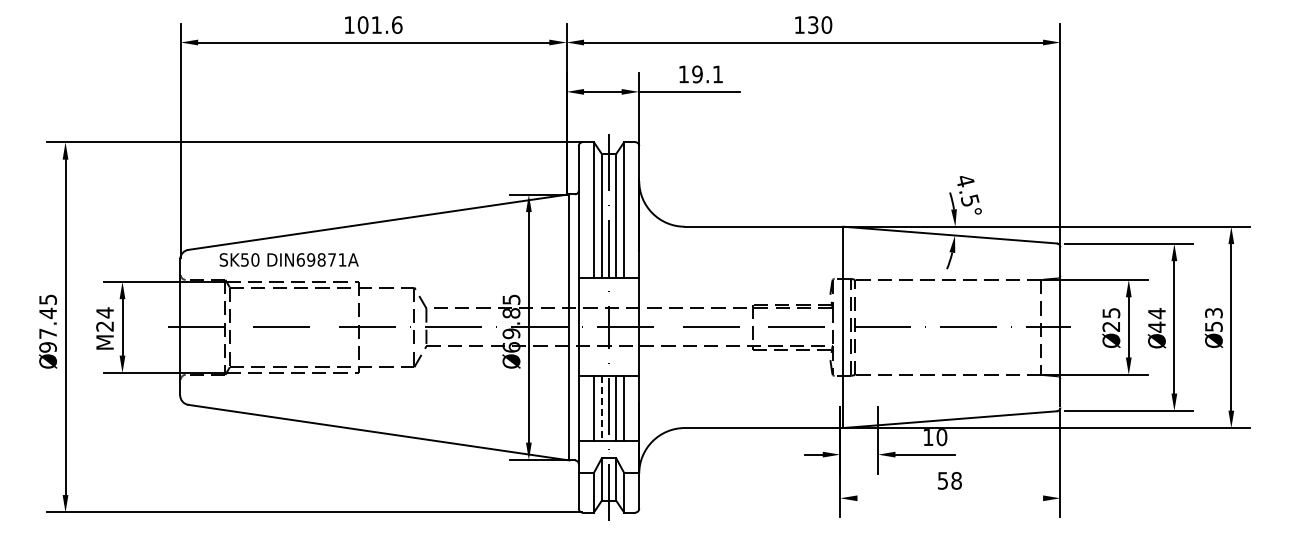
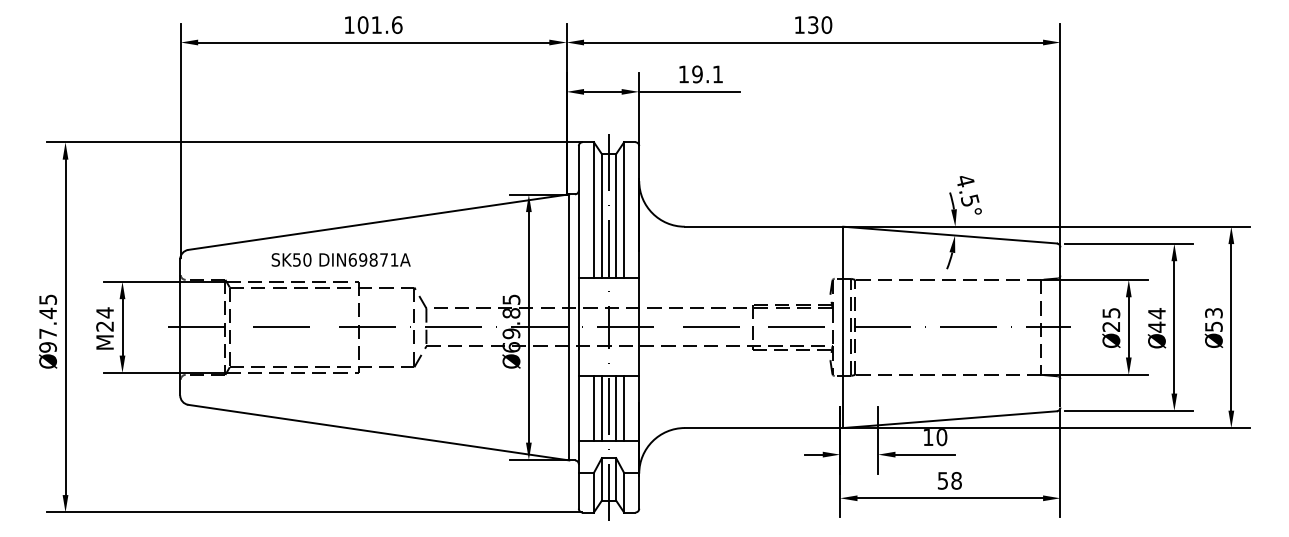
text at (288, 259) position: (288, 259) -> (340, 259)
line at (601, 408): dashed -> solid
line at (950, 498): none -> present
